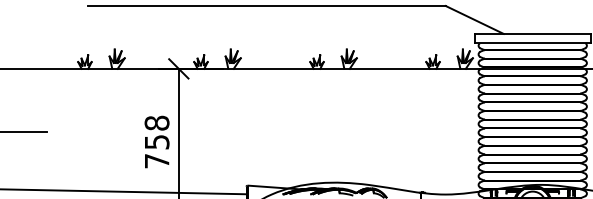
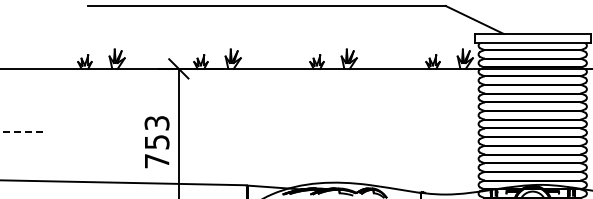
text at (156, 122): 758 -> 753
line at (23, 131): solid -> dashed
line at (124, 191) position: (124, 191) -> (124, 182)
